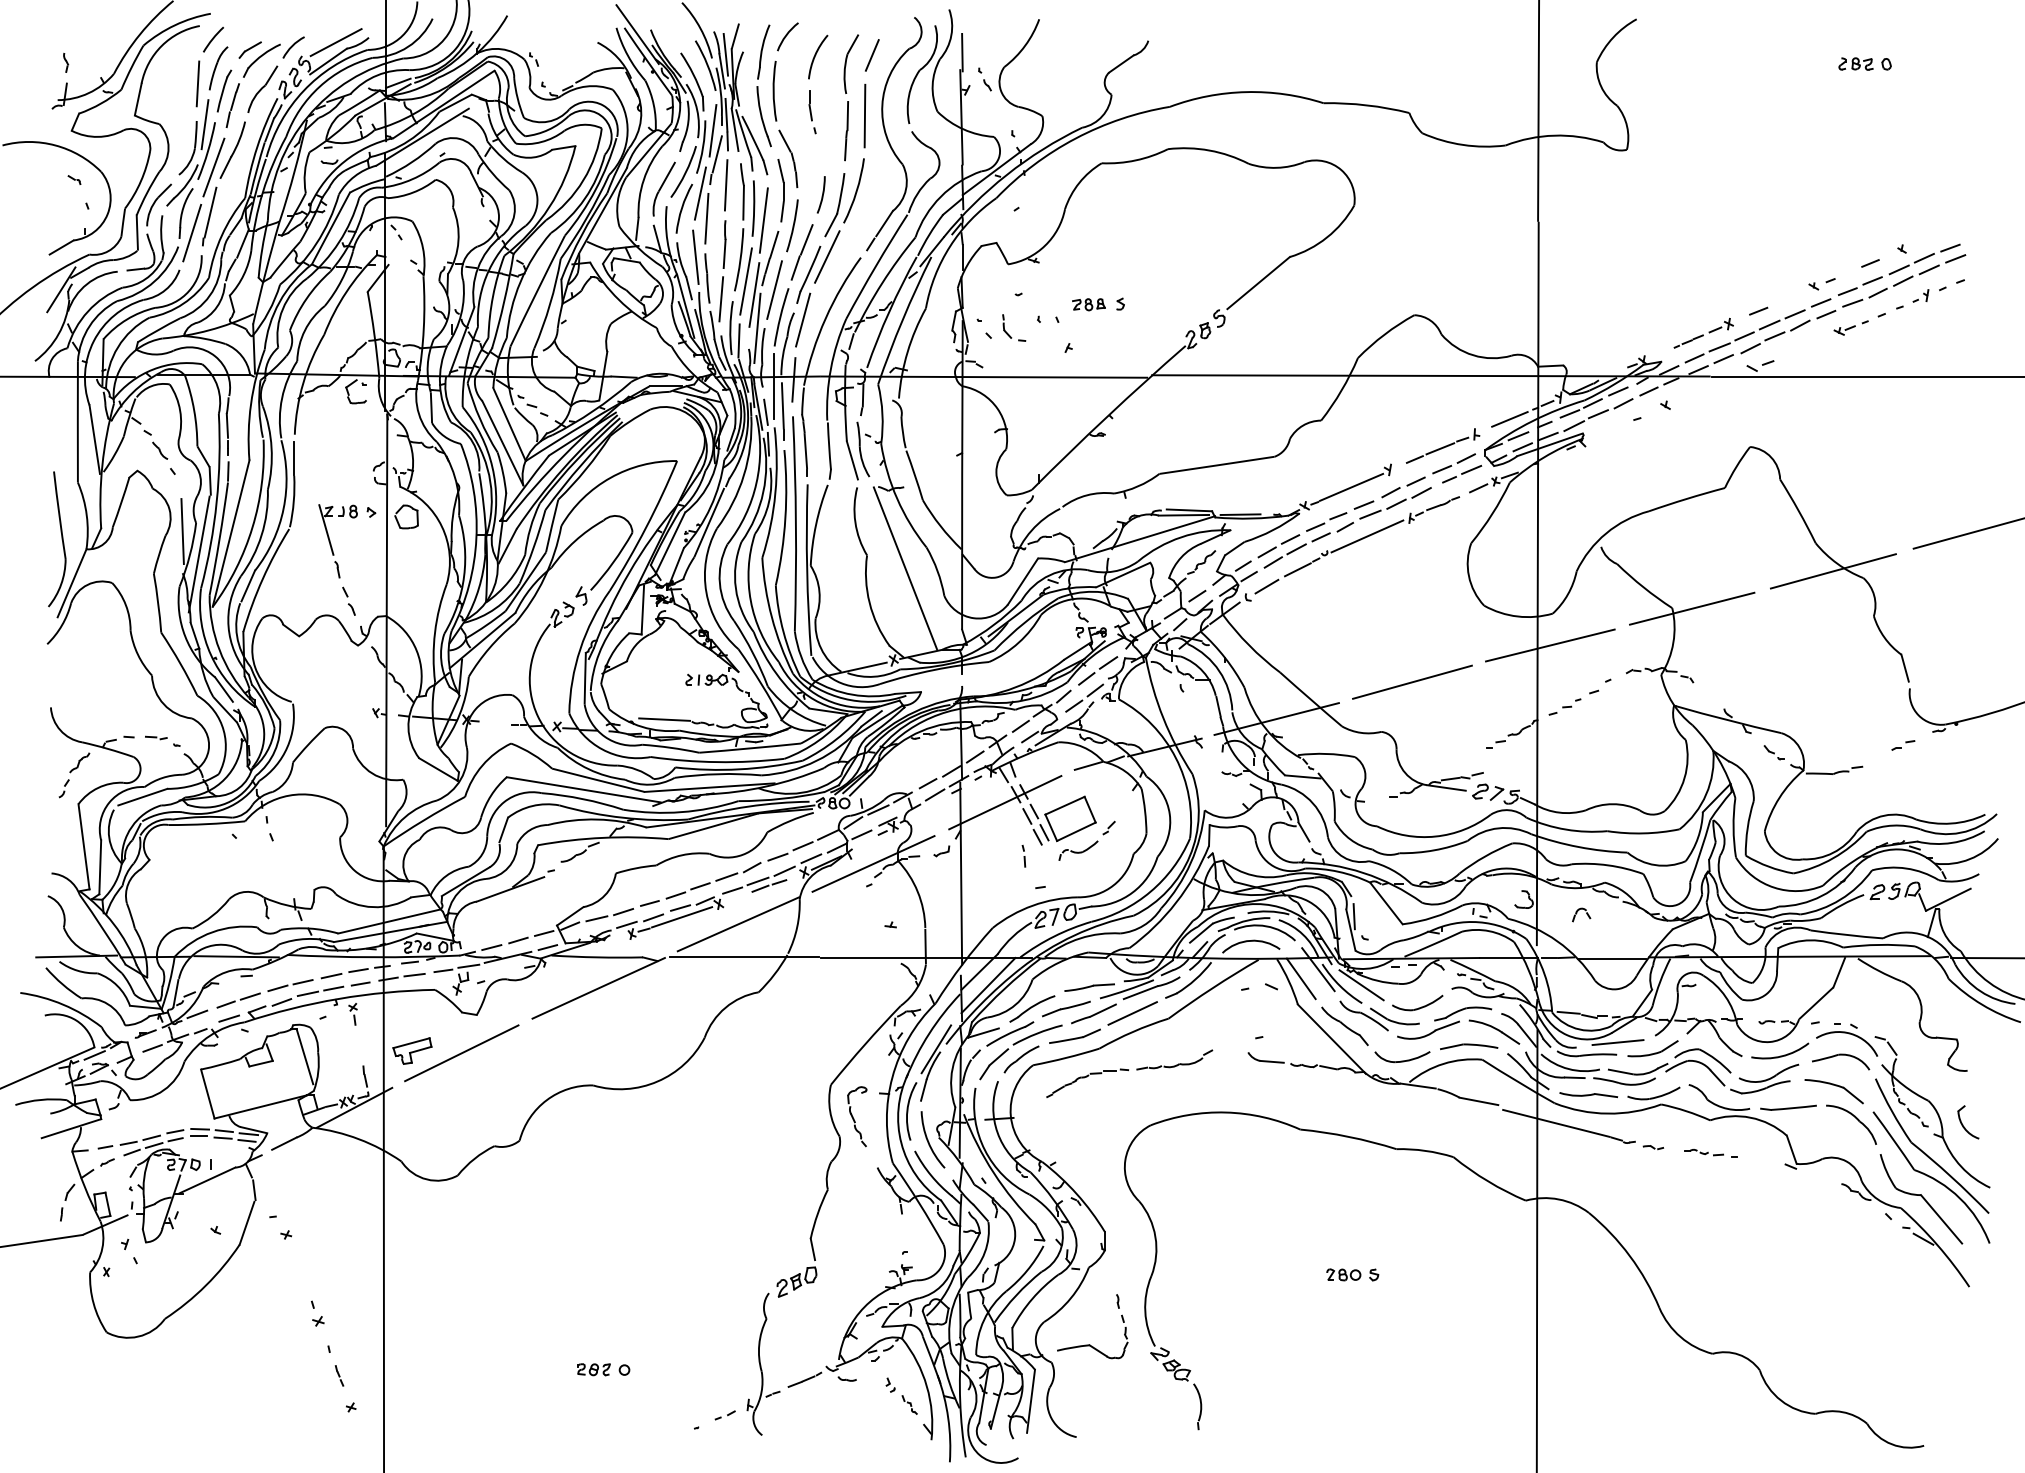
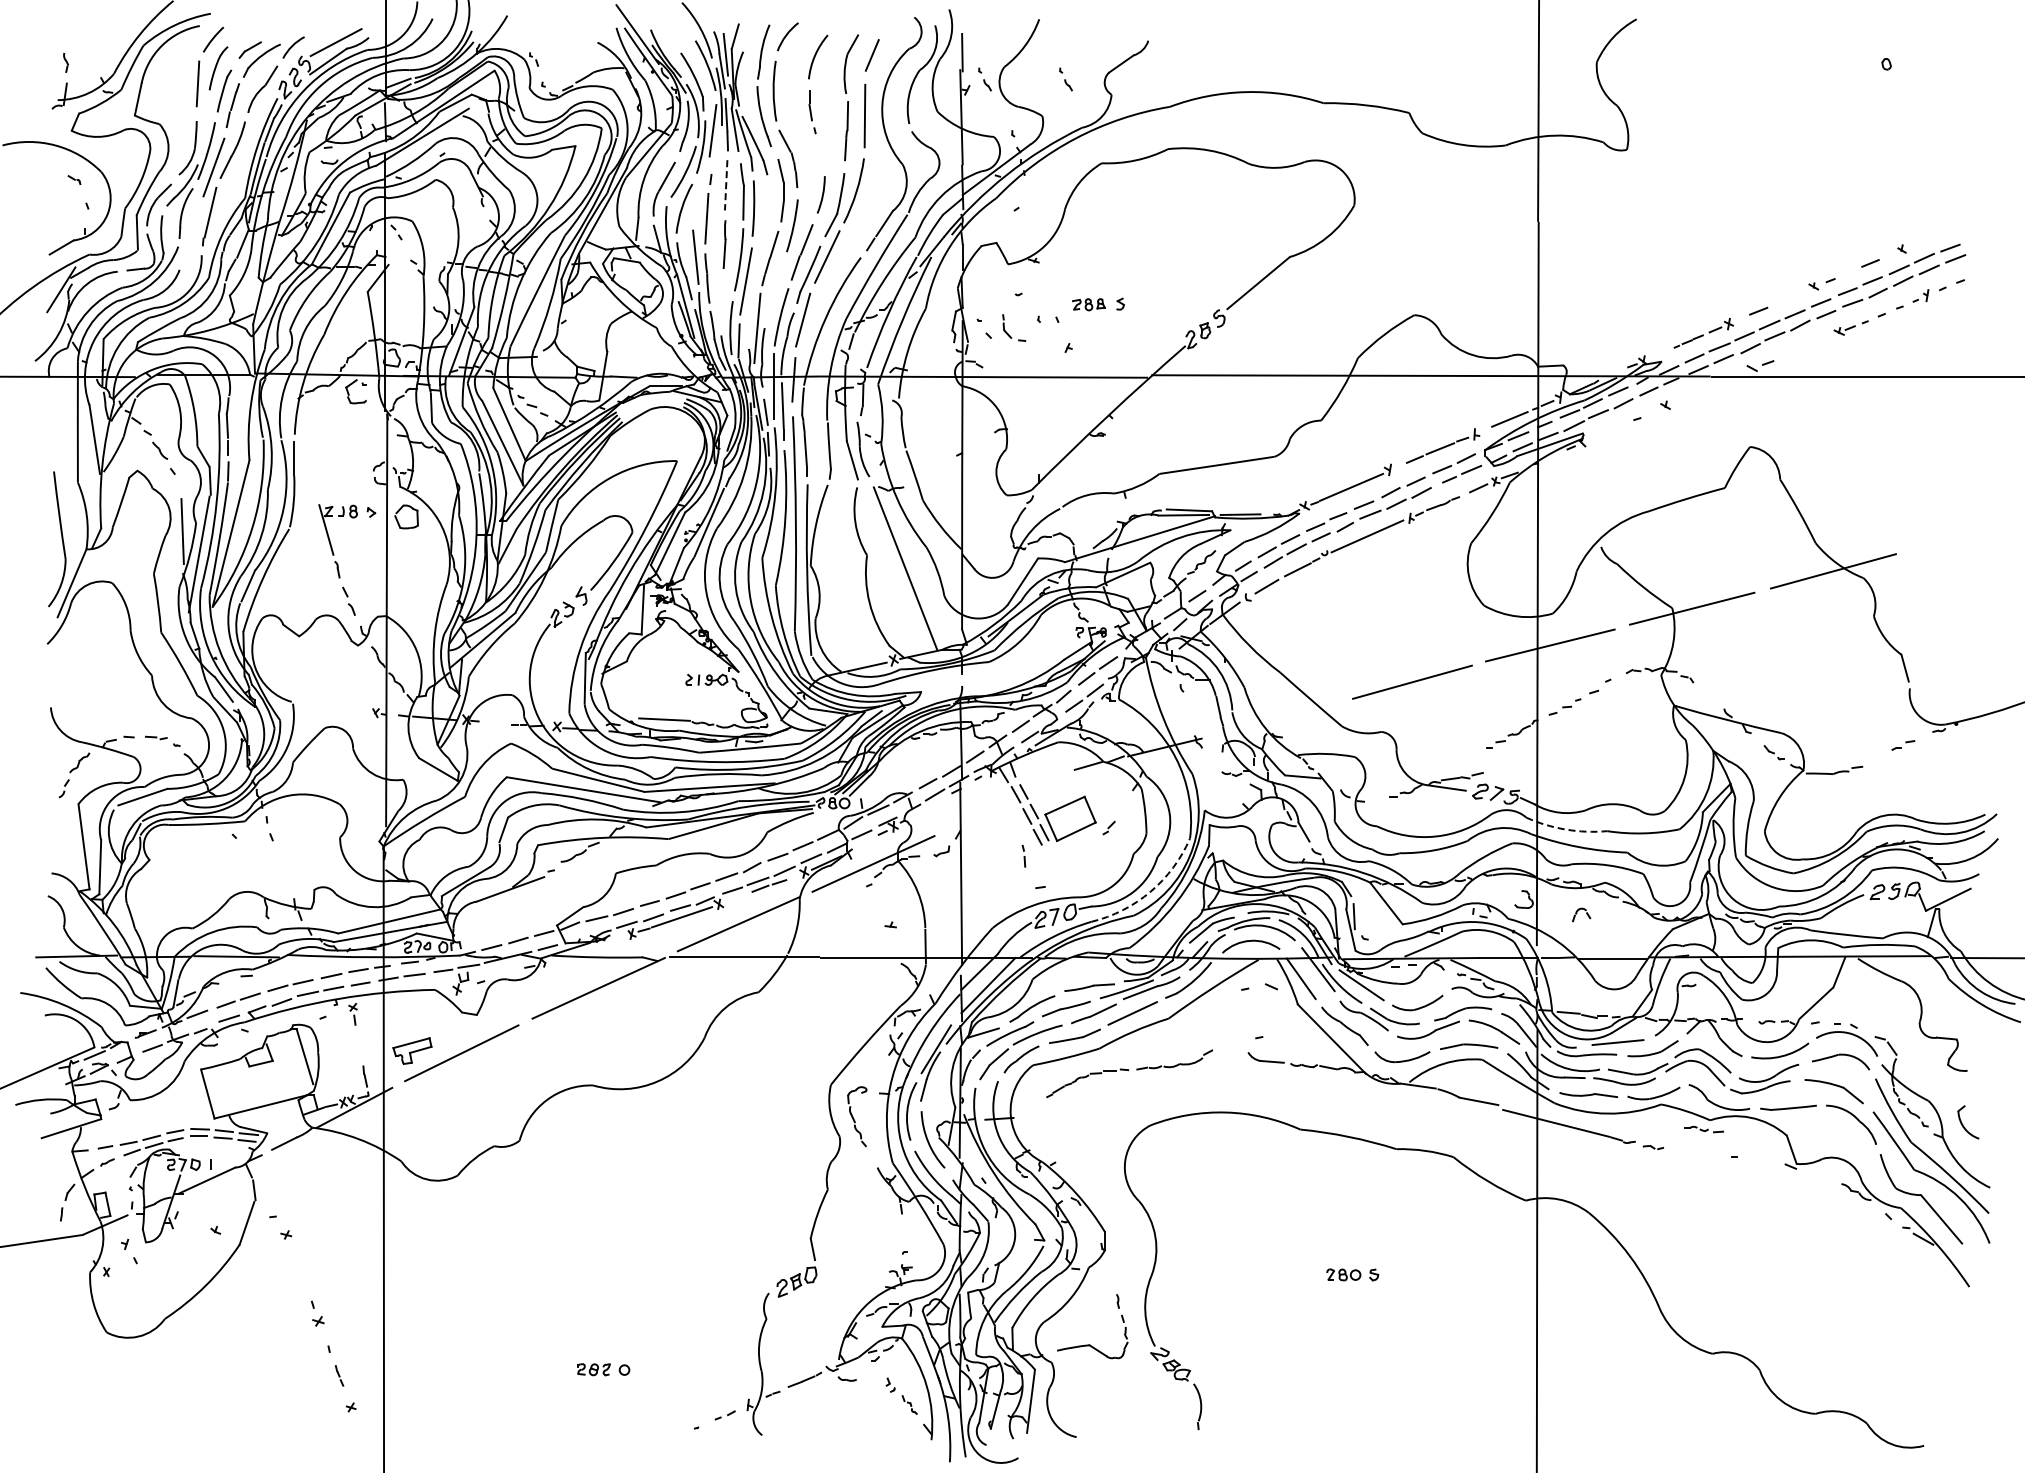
part at (1855, 63): present -> none
part at (1065, 79): none -> present
line at (204, 124): present -> none
line at (716, 154): present -> none
line at (726, 185): solid -> dashed
line at (699, 193): present -> none
line at (763, 220): present -> none
line at (192, 232): present -> none
line at (774, 289): present -> none
line at (754, 294): present -> none
line at (721, 299): present -> none
line at (1967, 533): present -> none
line at (1276, 718): present -> none
line at (1005, 802): present -> none
arc at (1566, 829): solid -> dashed
part at (1078, 850): present -> none
arc at (1150, 891): solid -> dashed
part at (1703, 1152) position: (1703, 1152) -> (1703, 1129)
